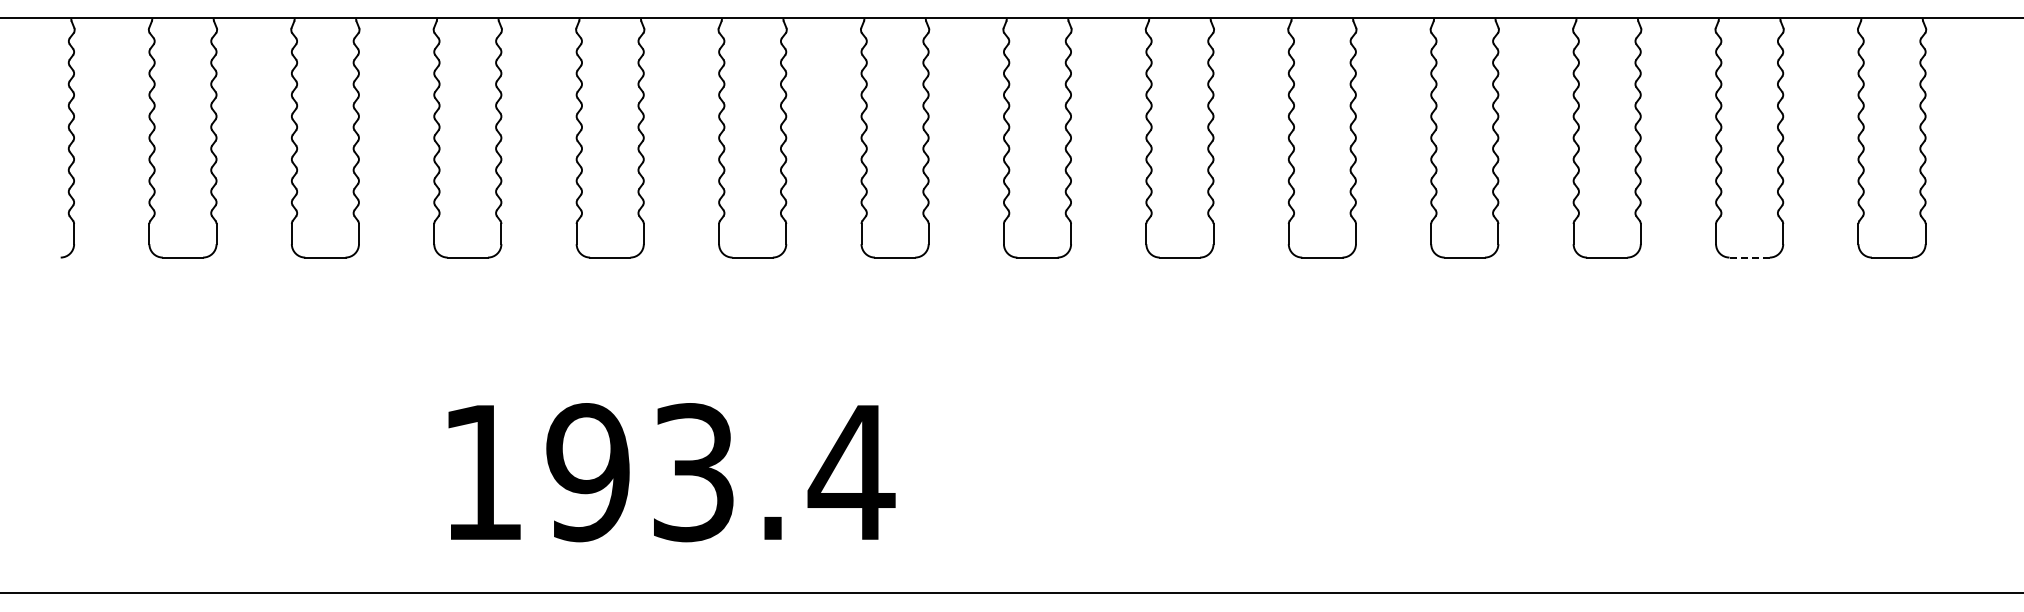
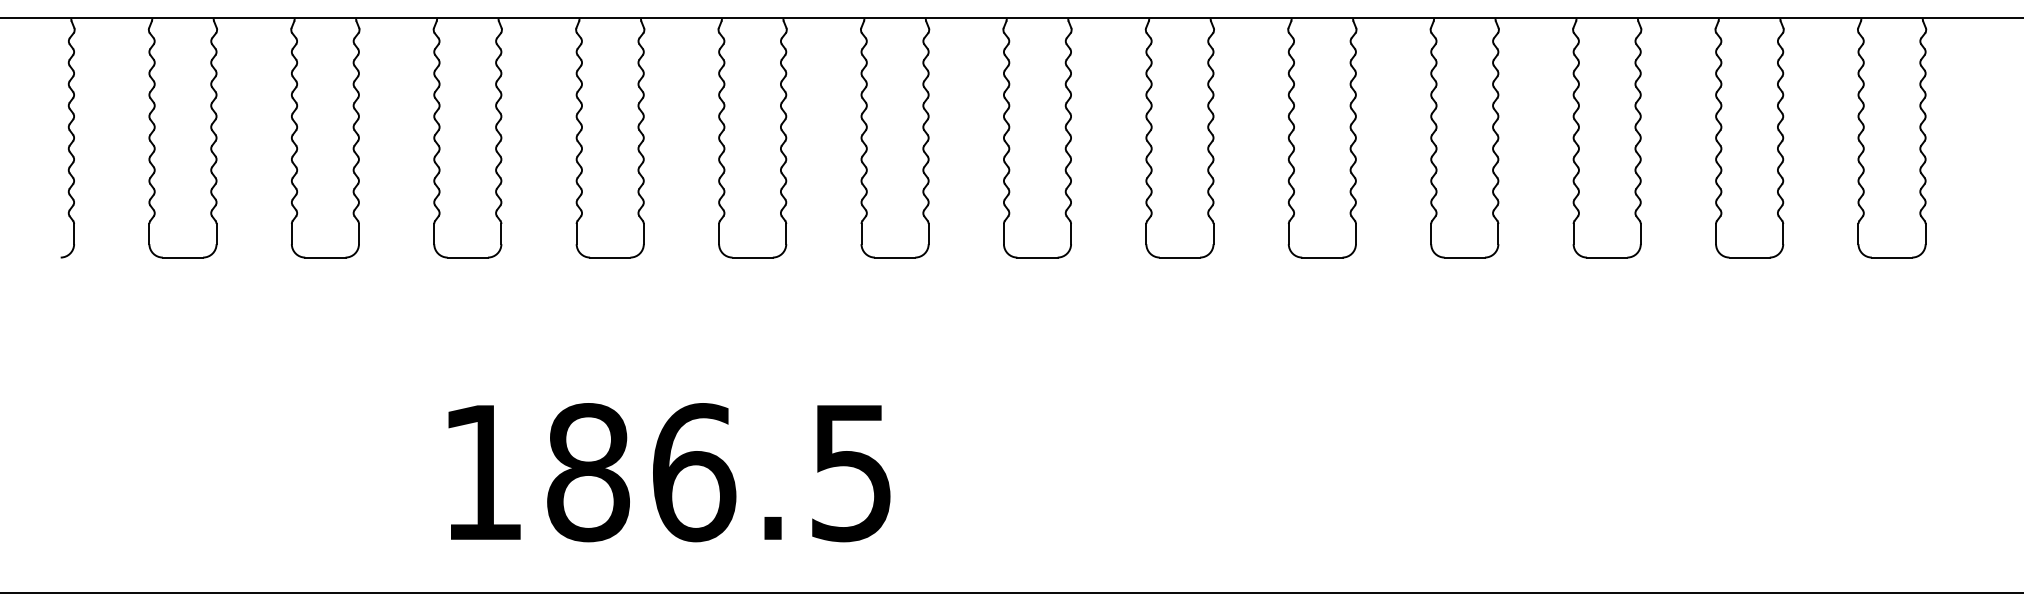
line at (1750, 257): dashed -> solid
text at (720, 472): 193.4 -> 186.5
